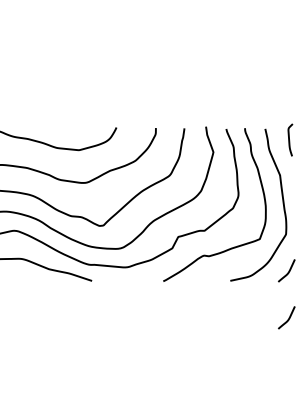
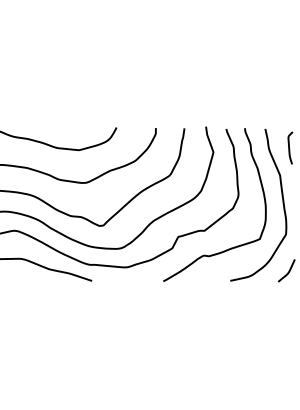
curve at (289, 139) position: (289, 139) -> (289, 147)
curve at (288, 317): present -> none
